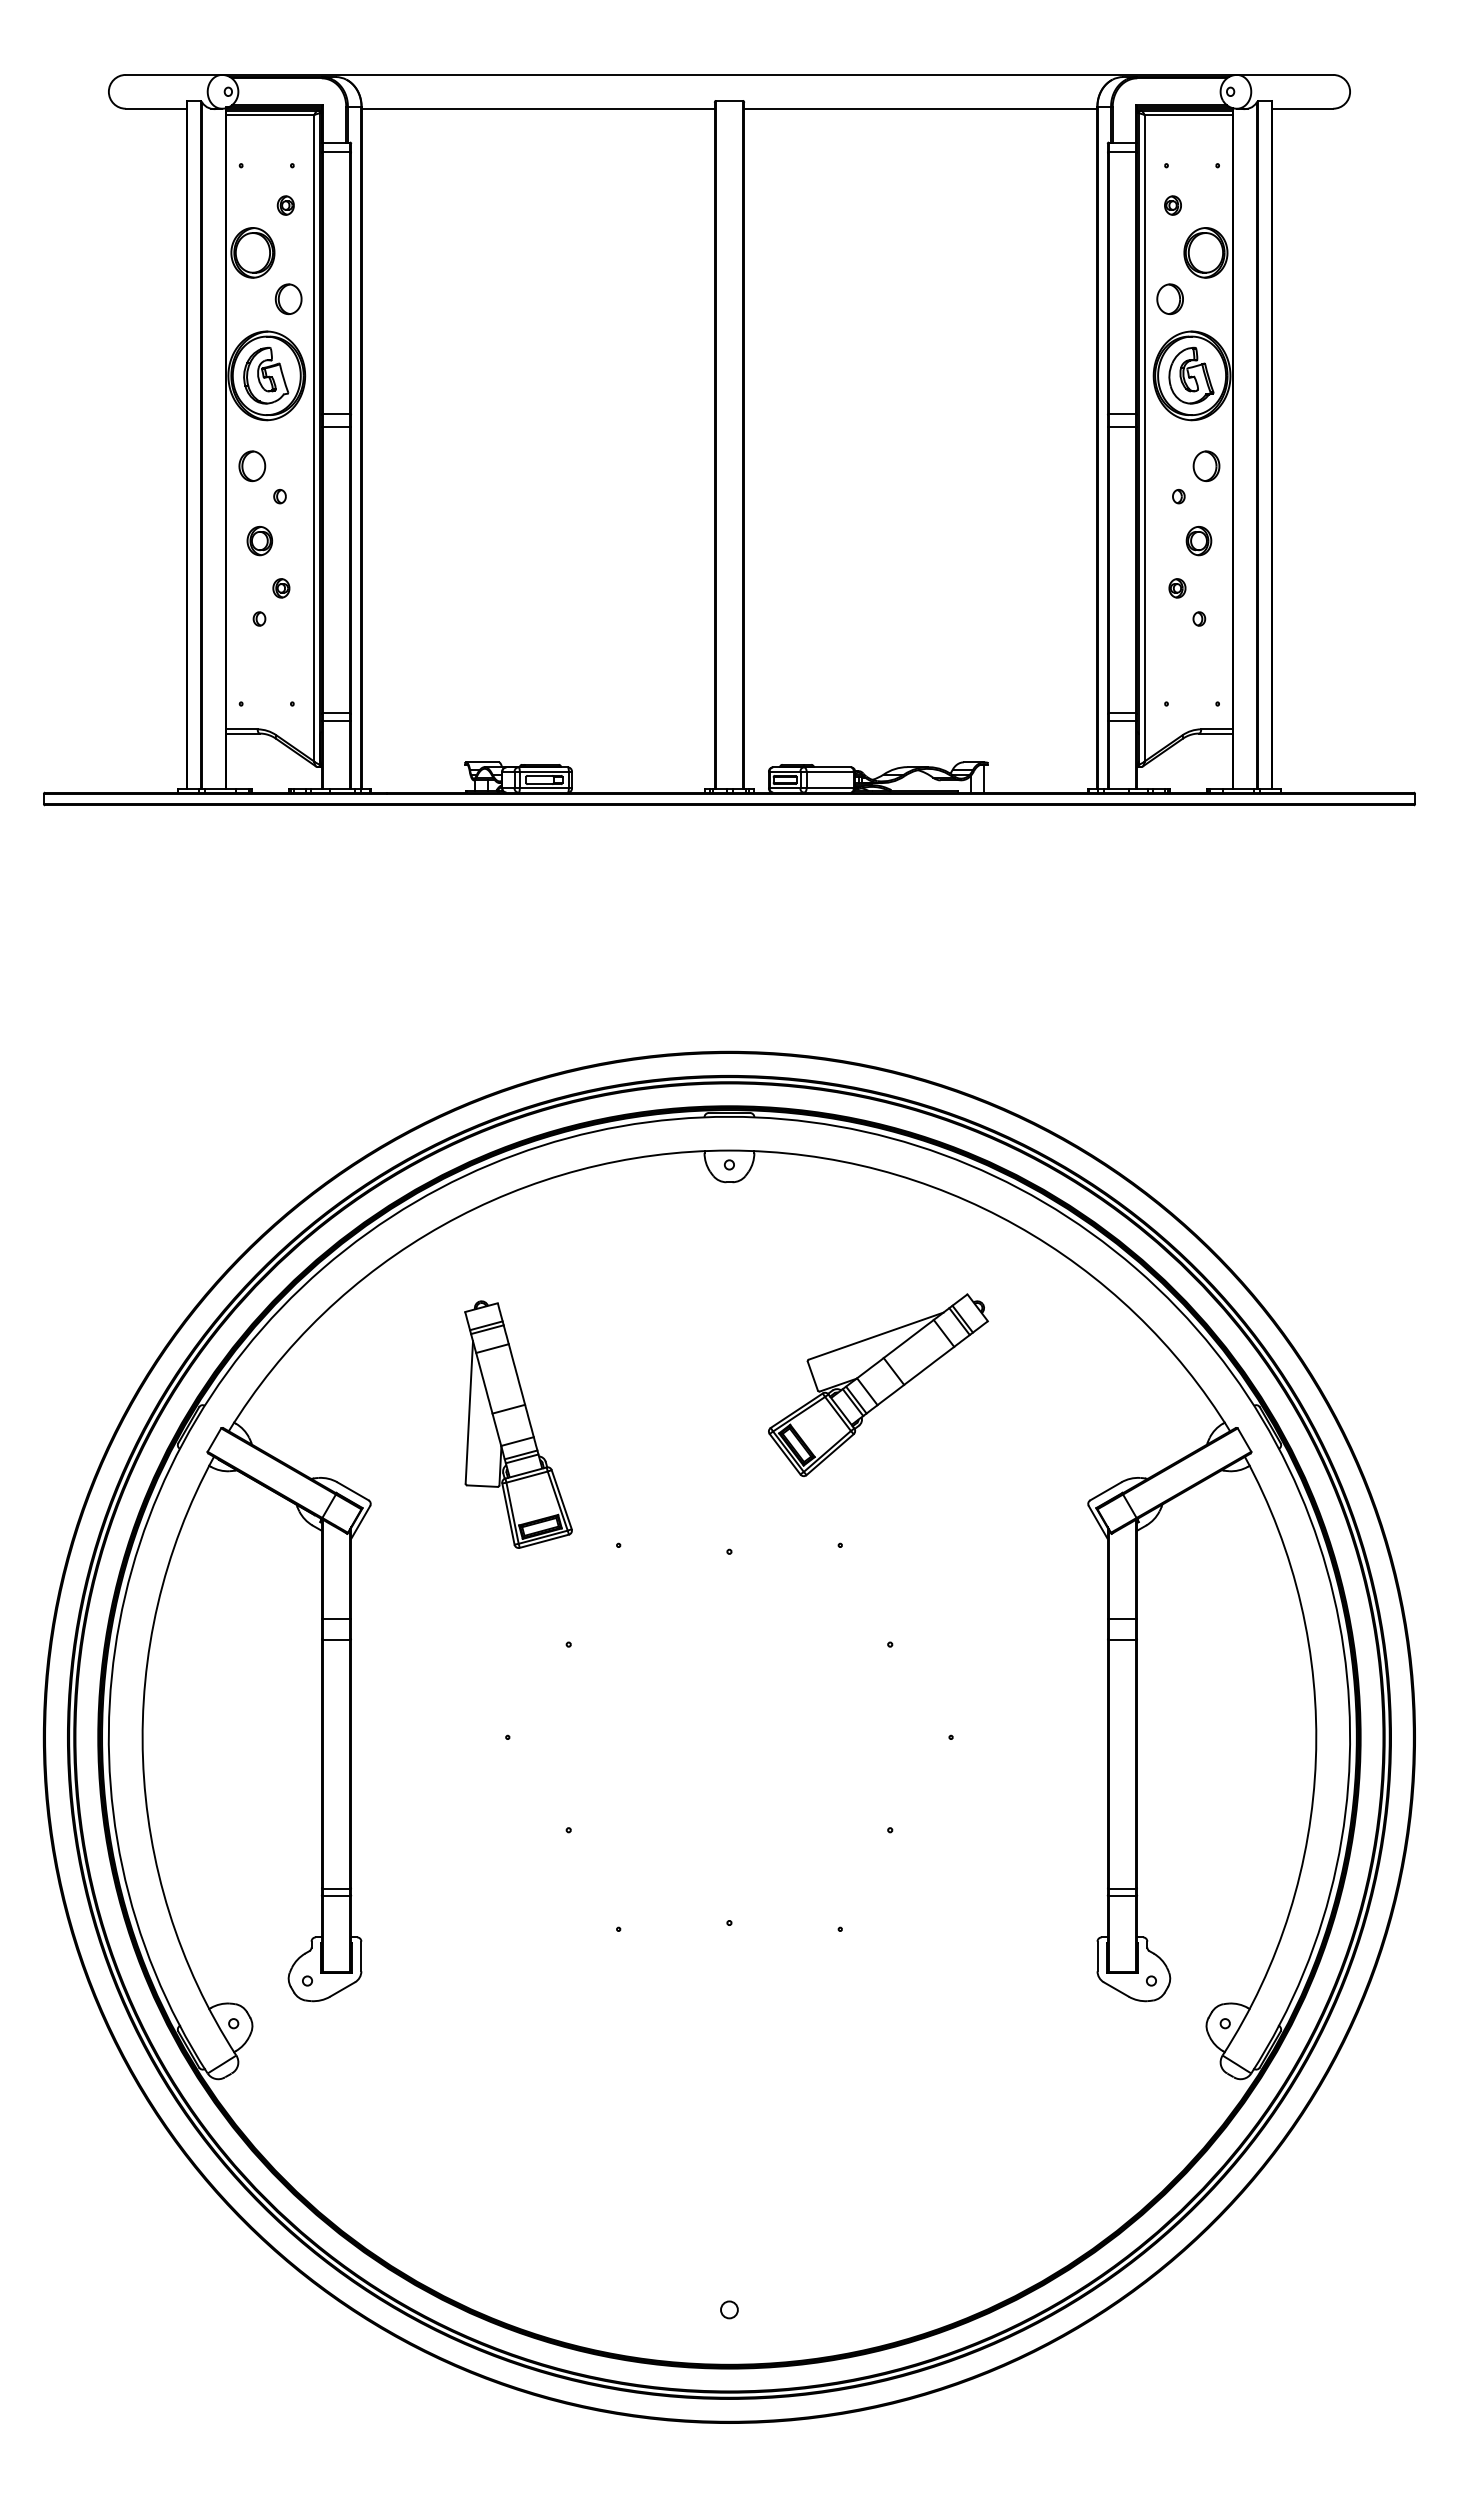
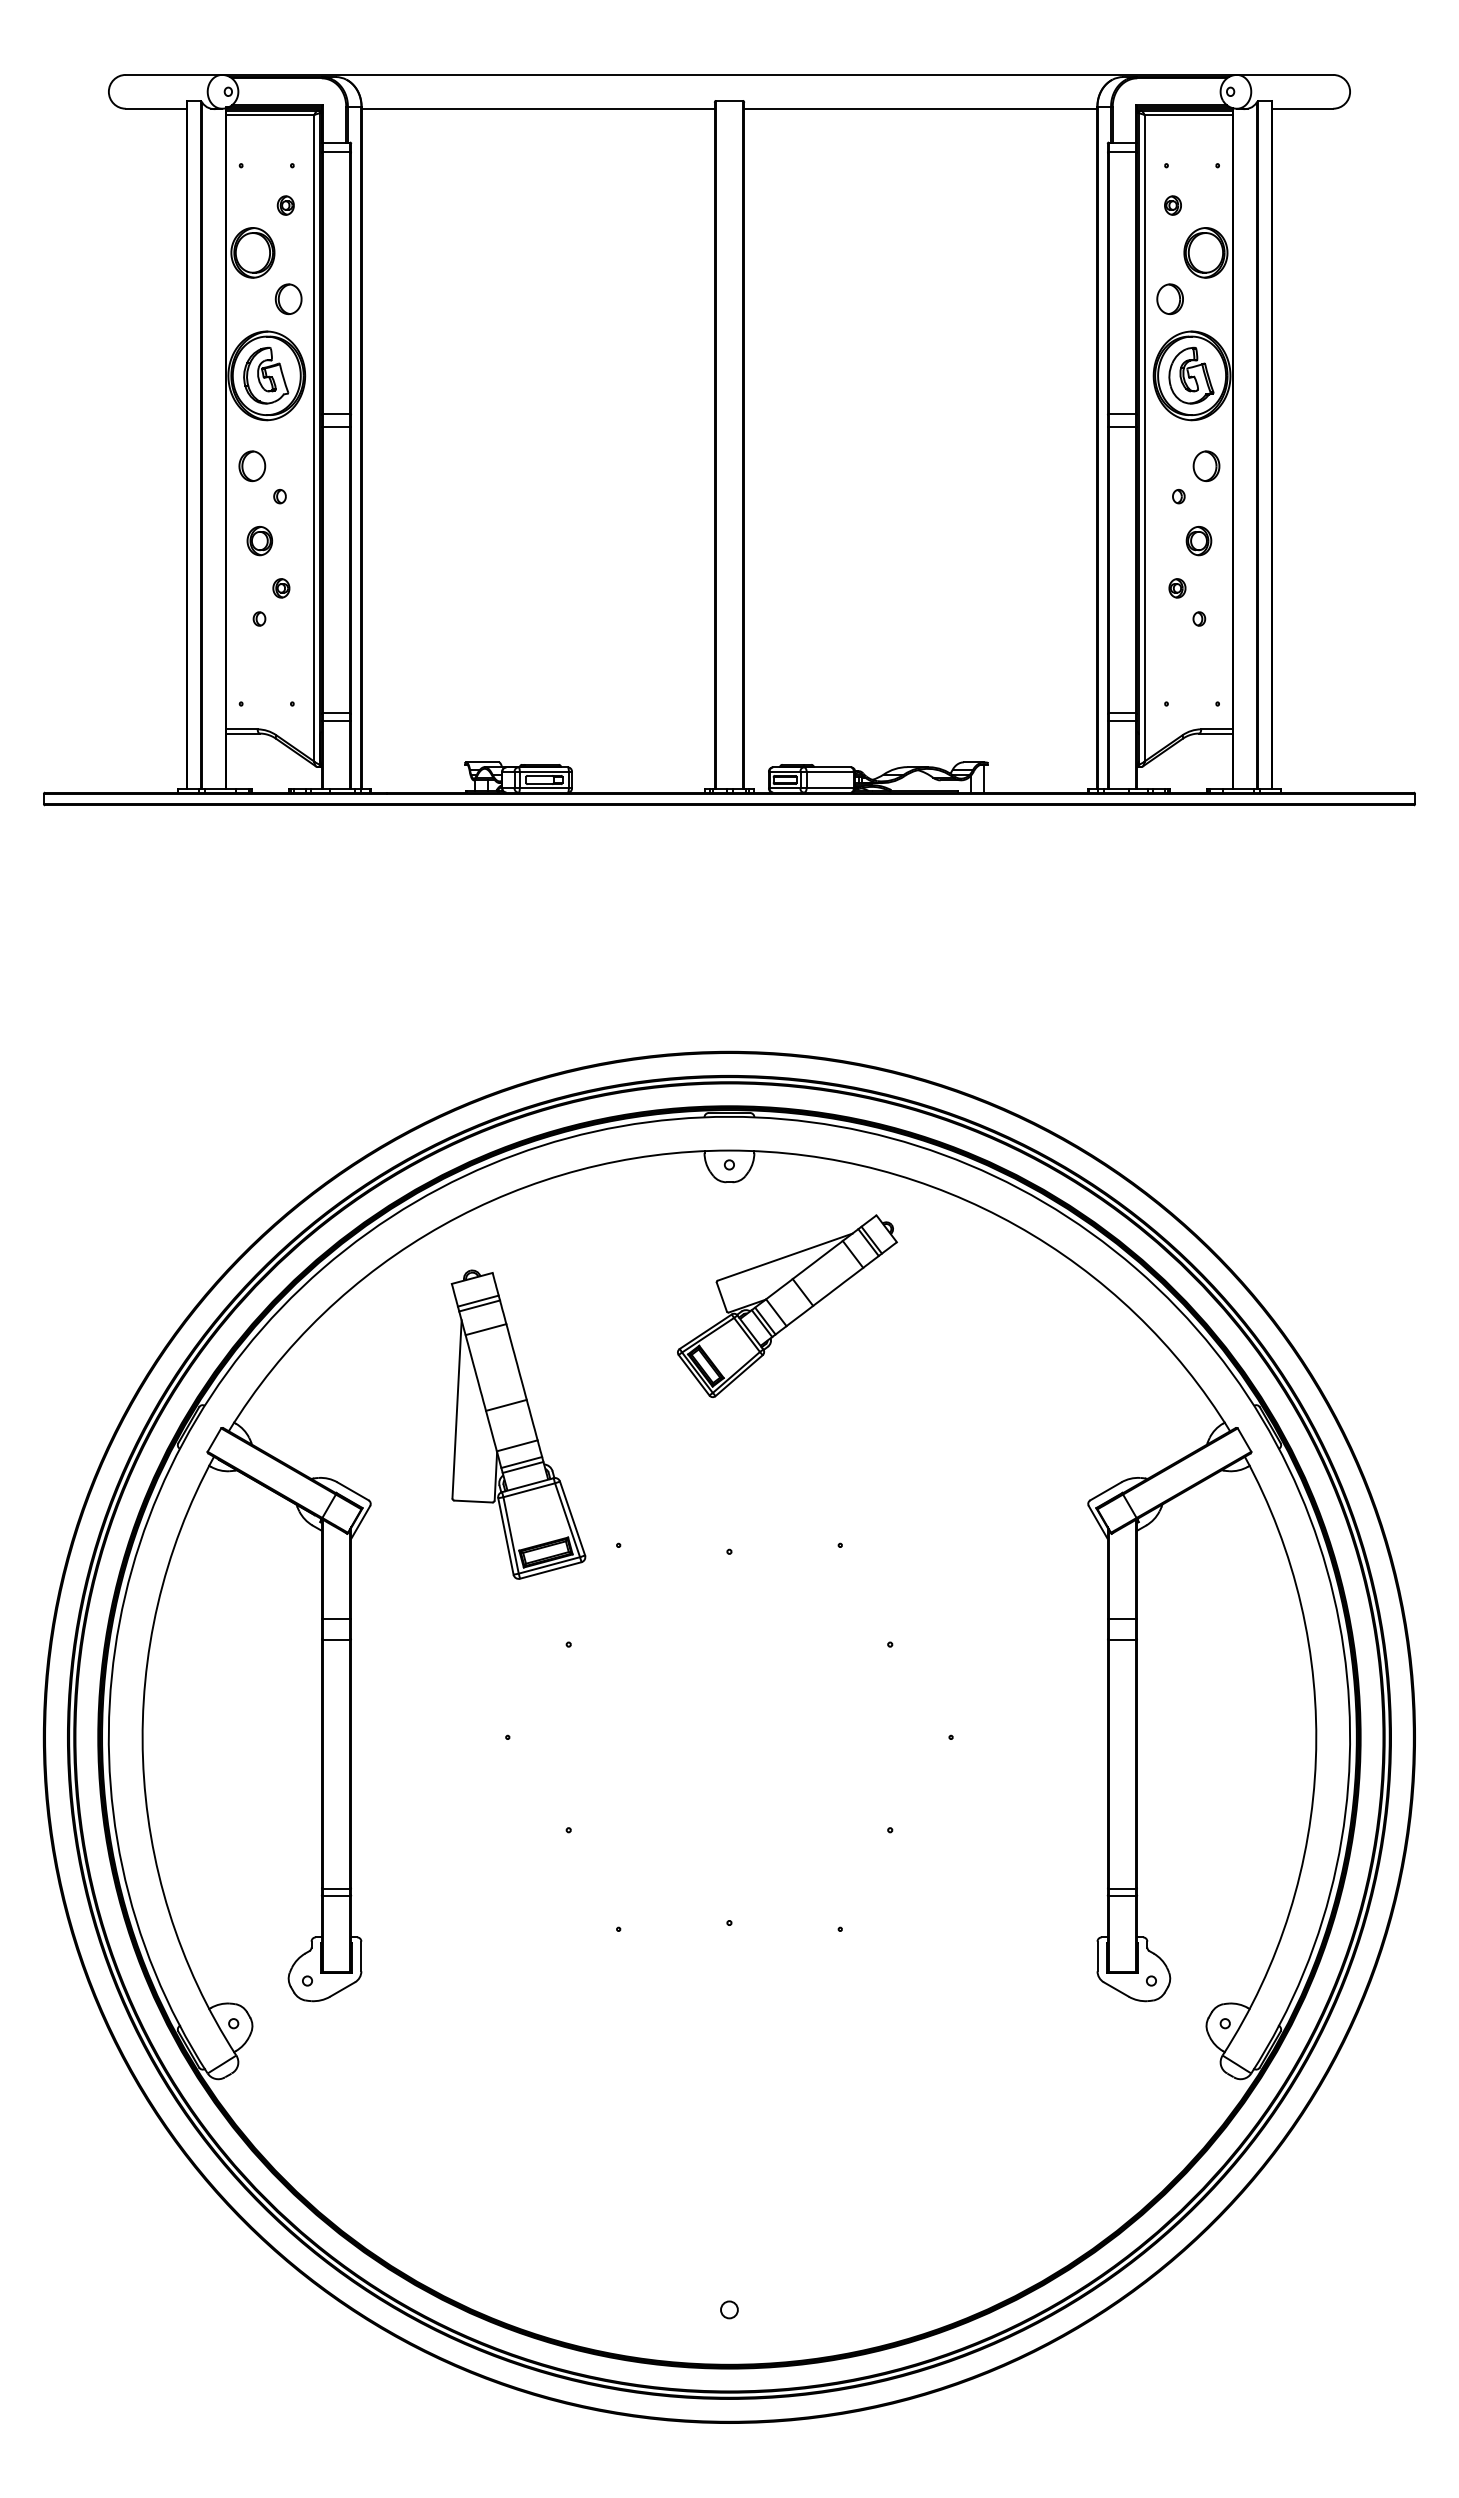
part at (878, 1384) position: (878, 1384) -> (787, 1305)
part at (518, 1424) size: 109x249 px -> 137x311 px
